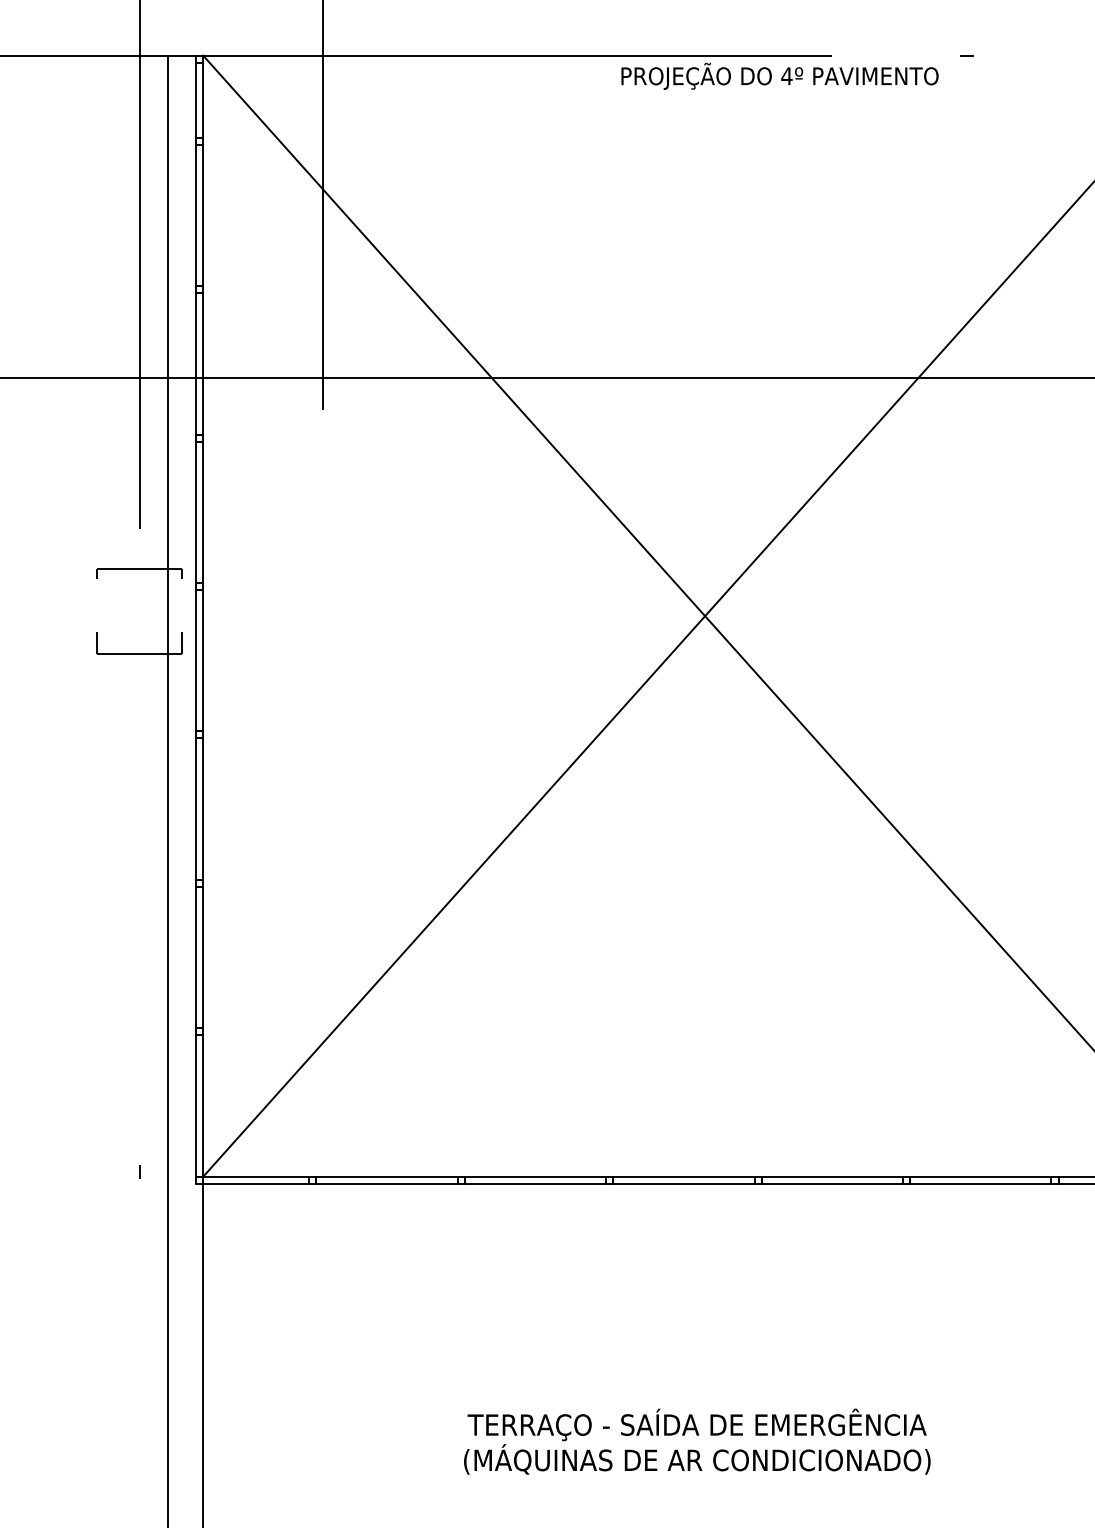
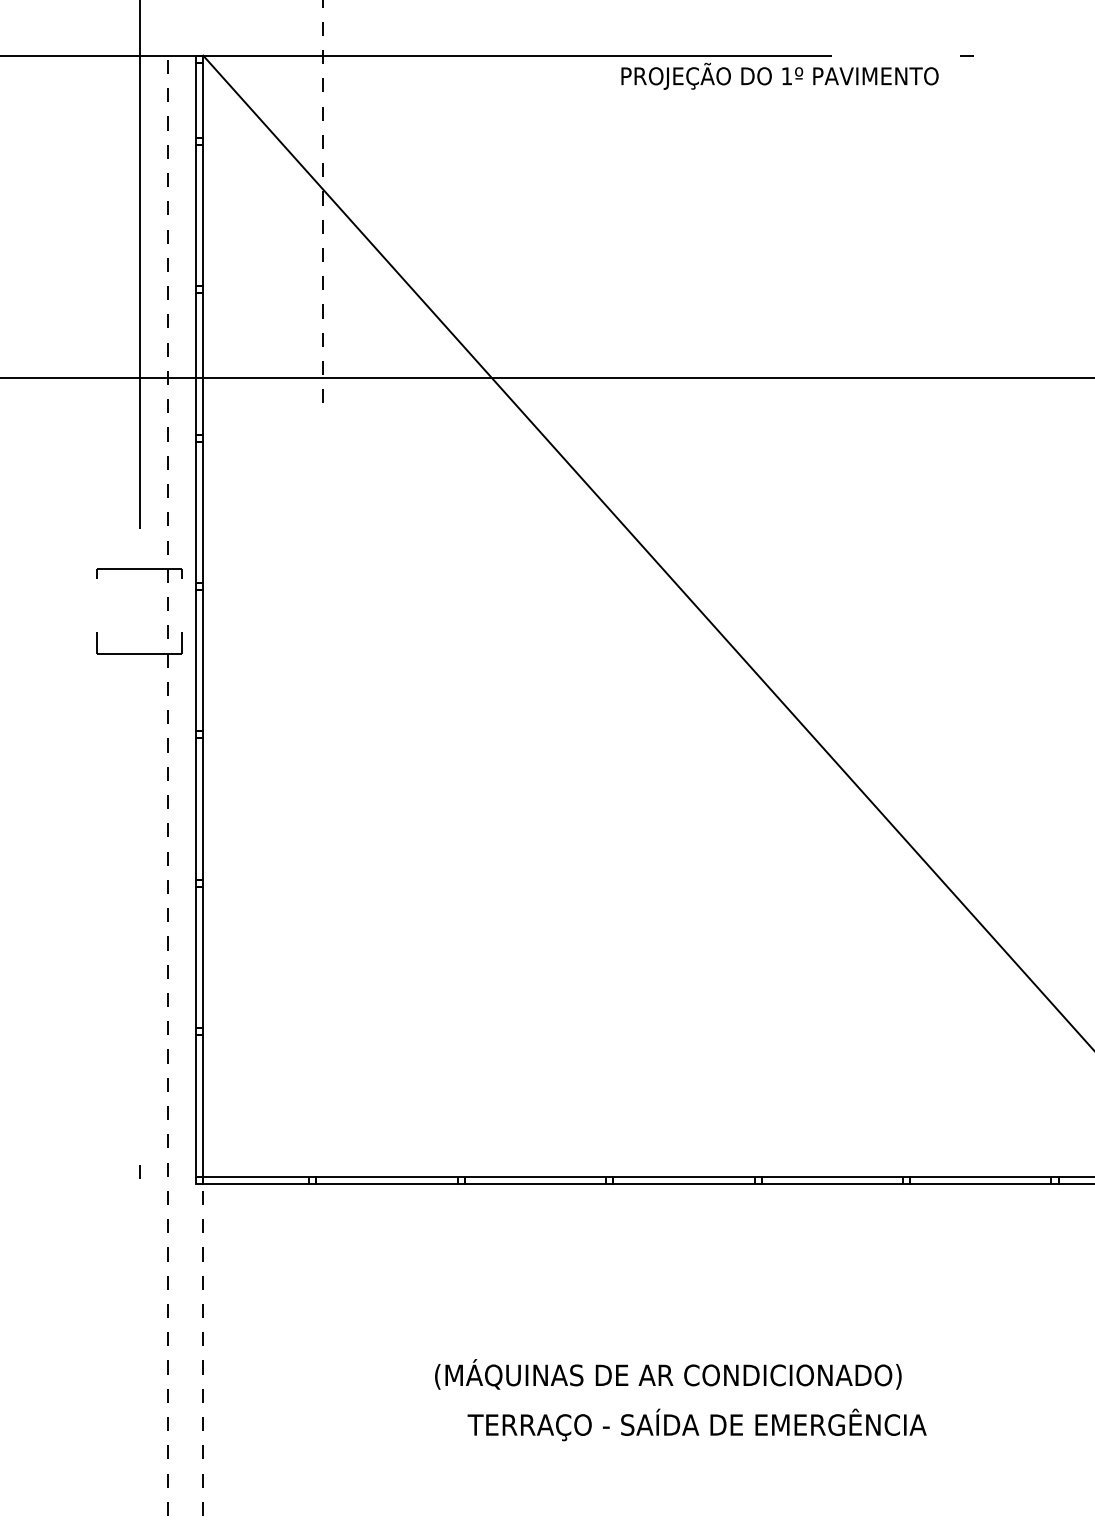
text at (786, 76): 4º -> 1º
line at (323, 205): solid -> dashed
line at (647, 680): present -> none
line at (167, 791): solid -> dashed
line at (203, 1355): solid -> dashed
text at (697, 1459) position: (697, 1459) -> (668, 1374)
